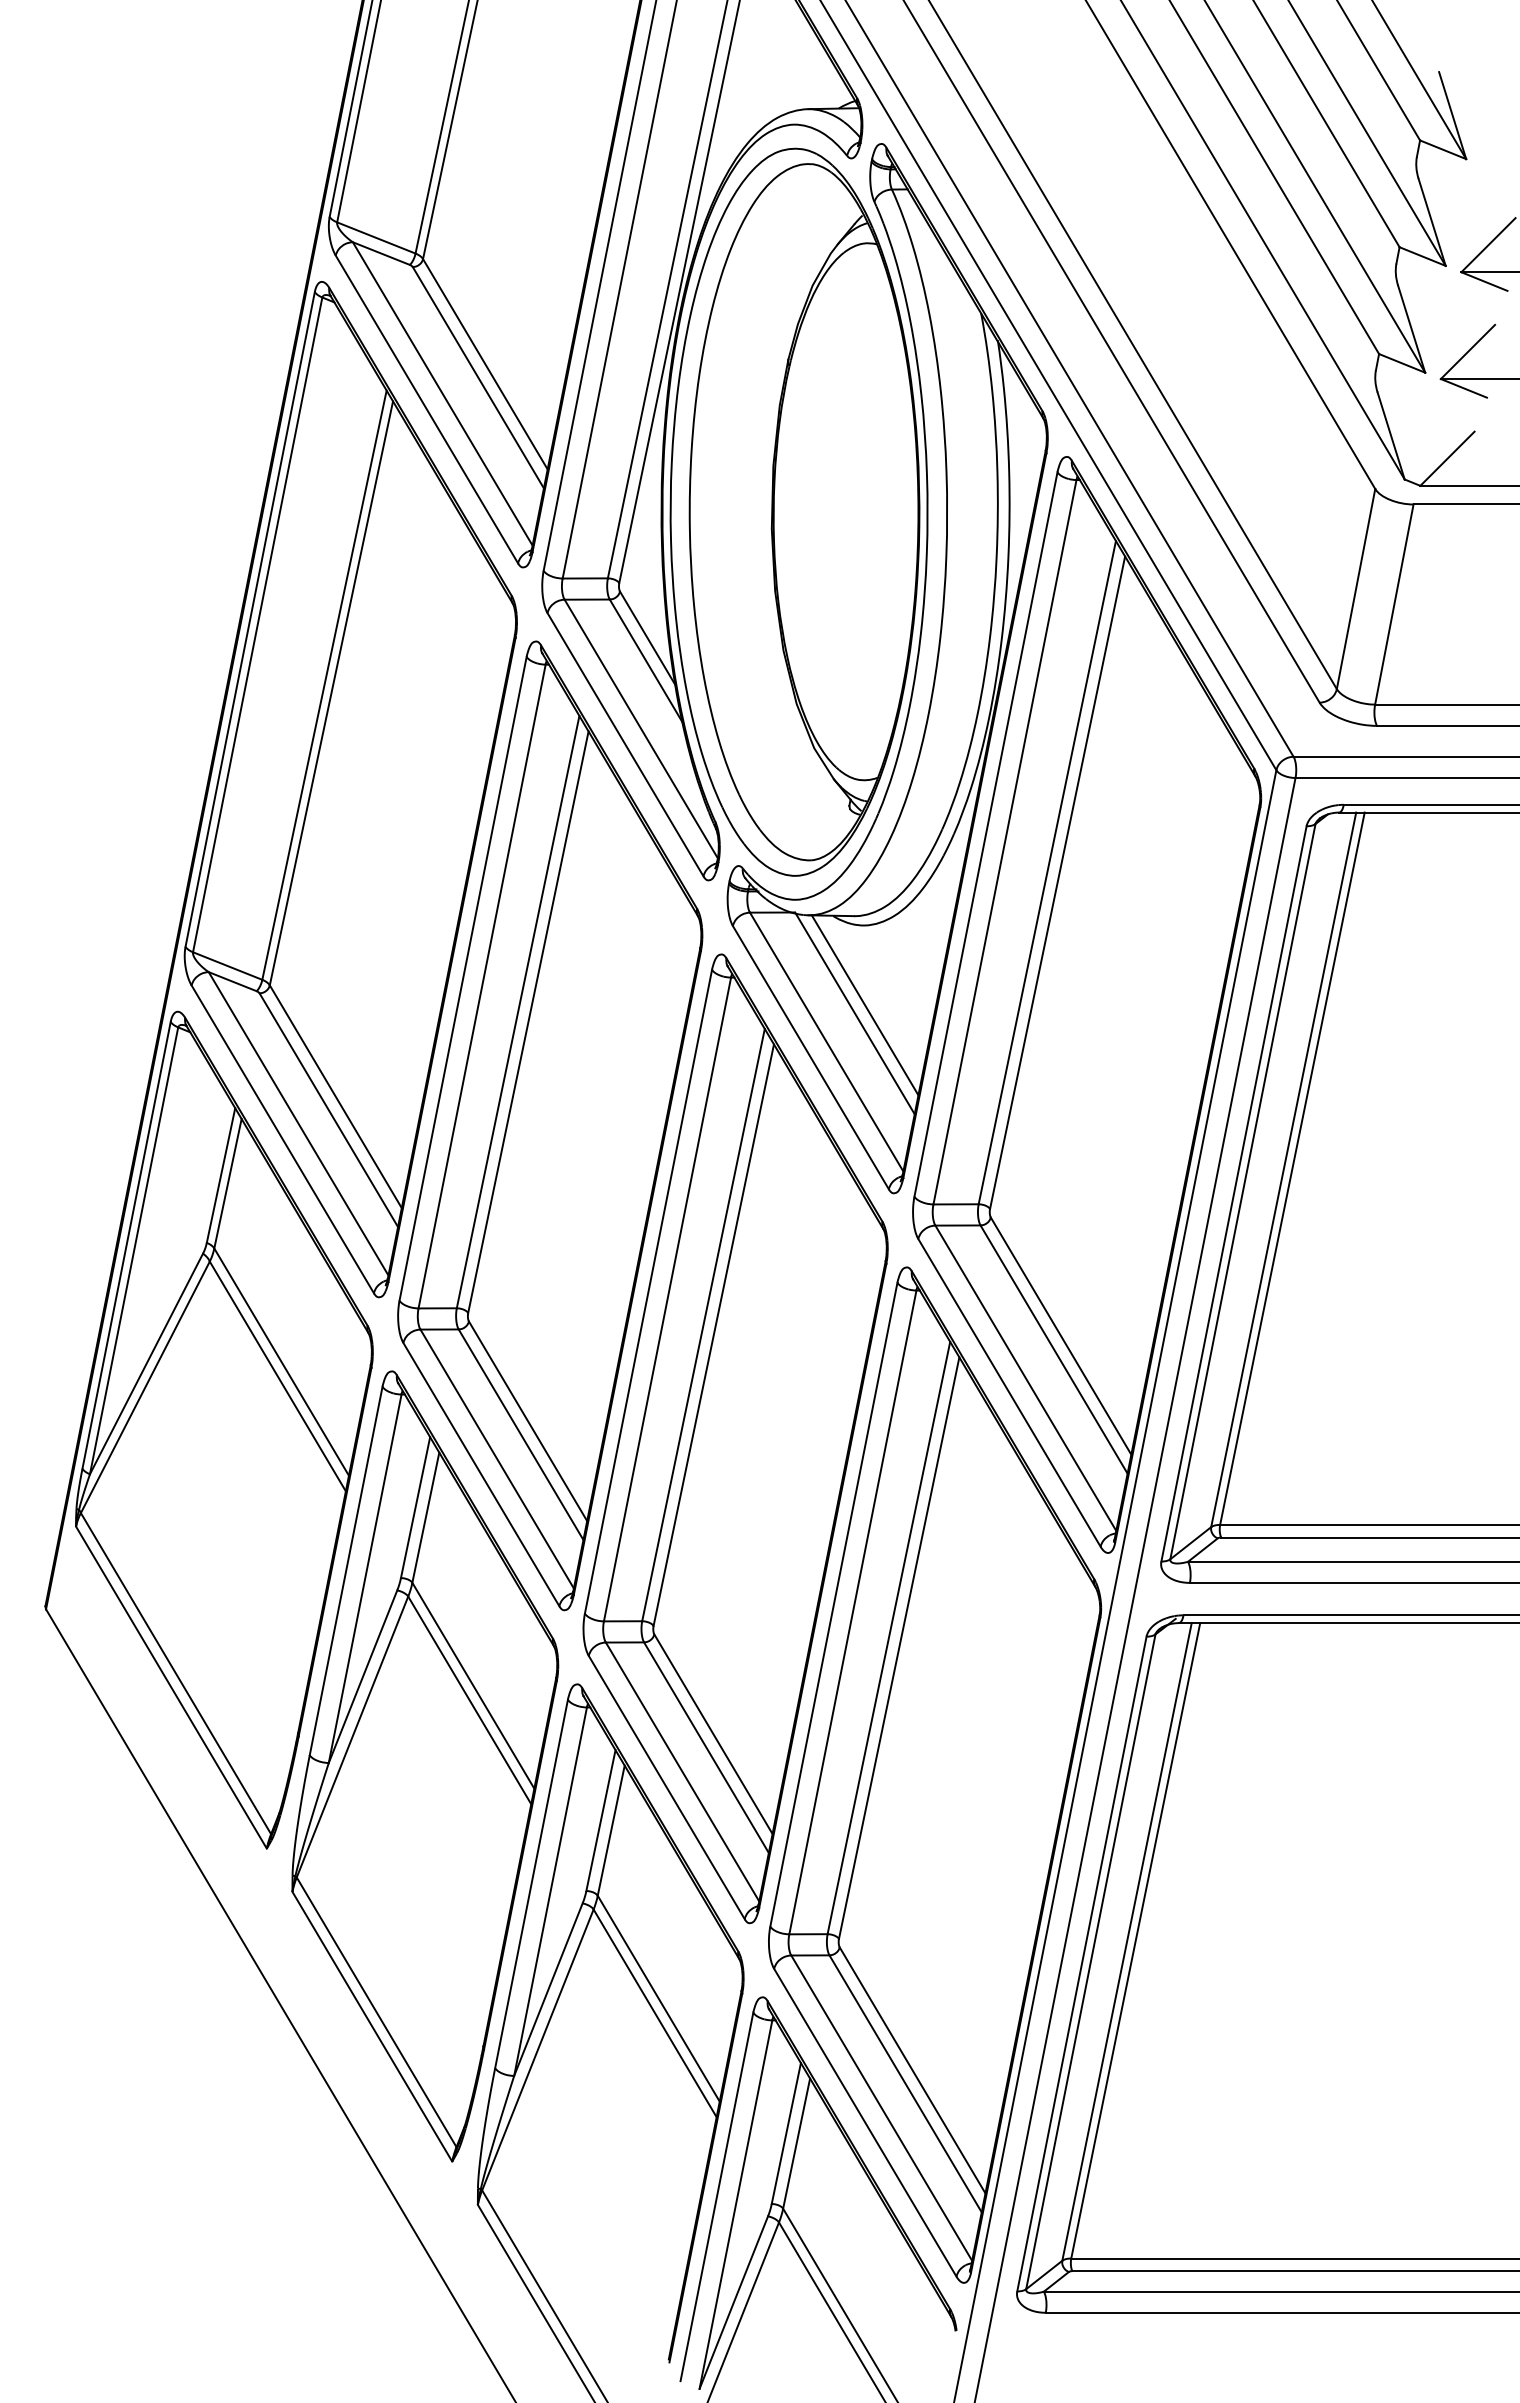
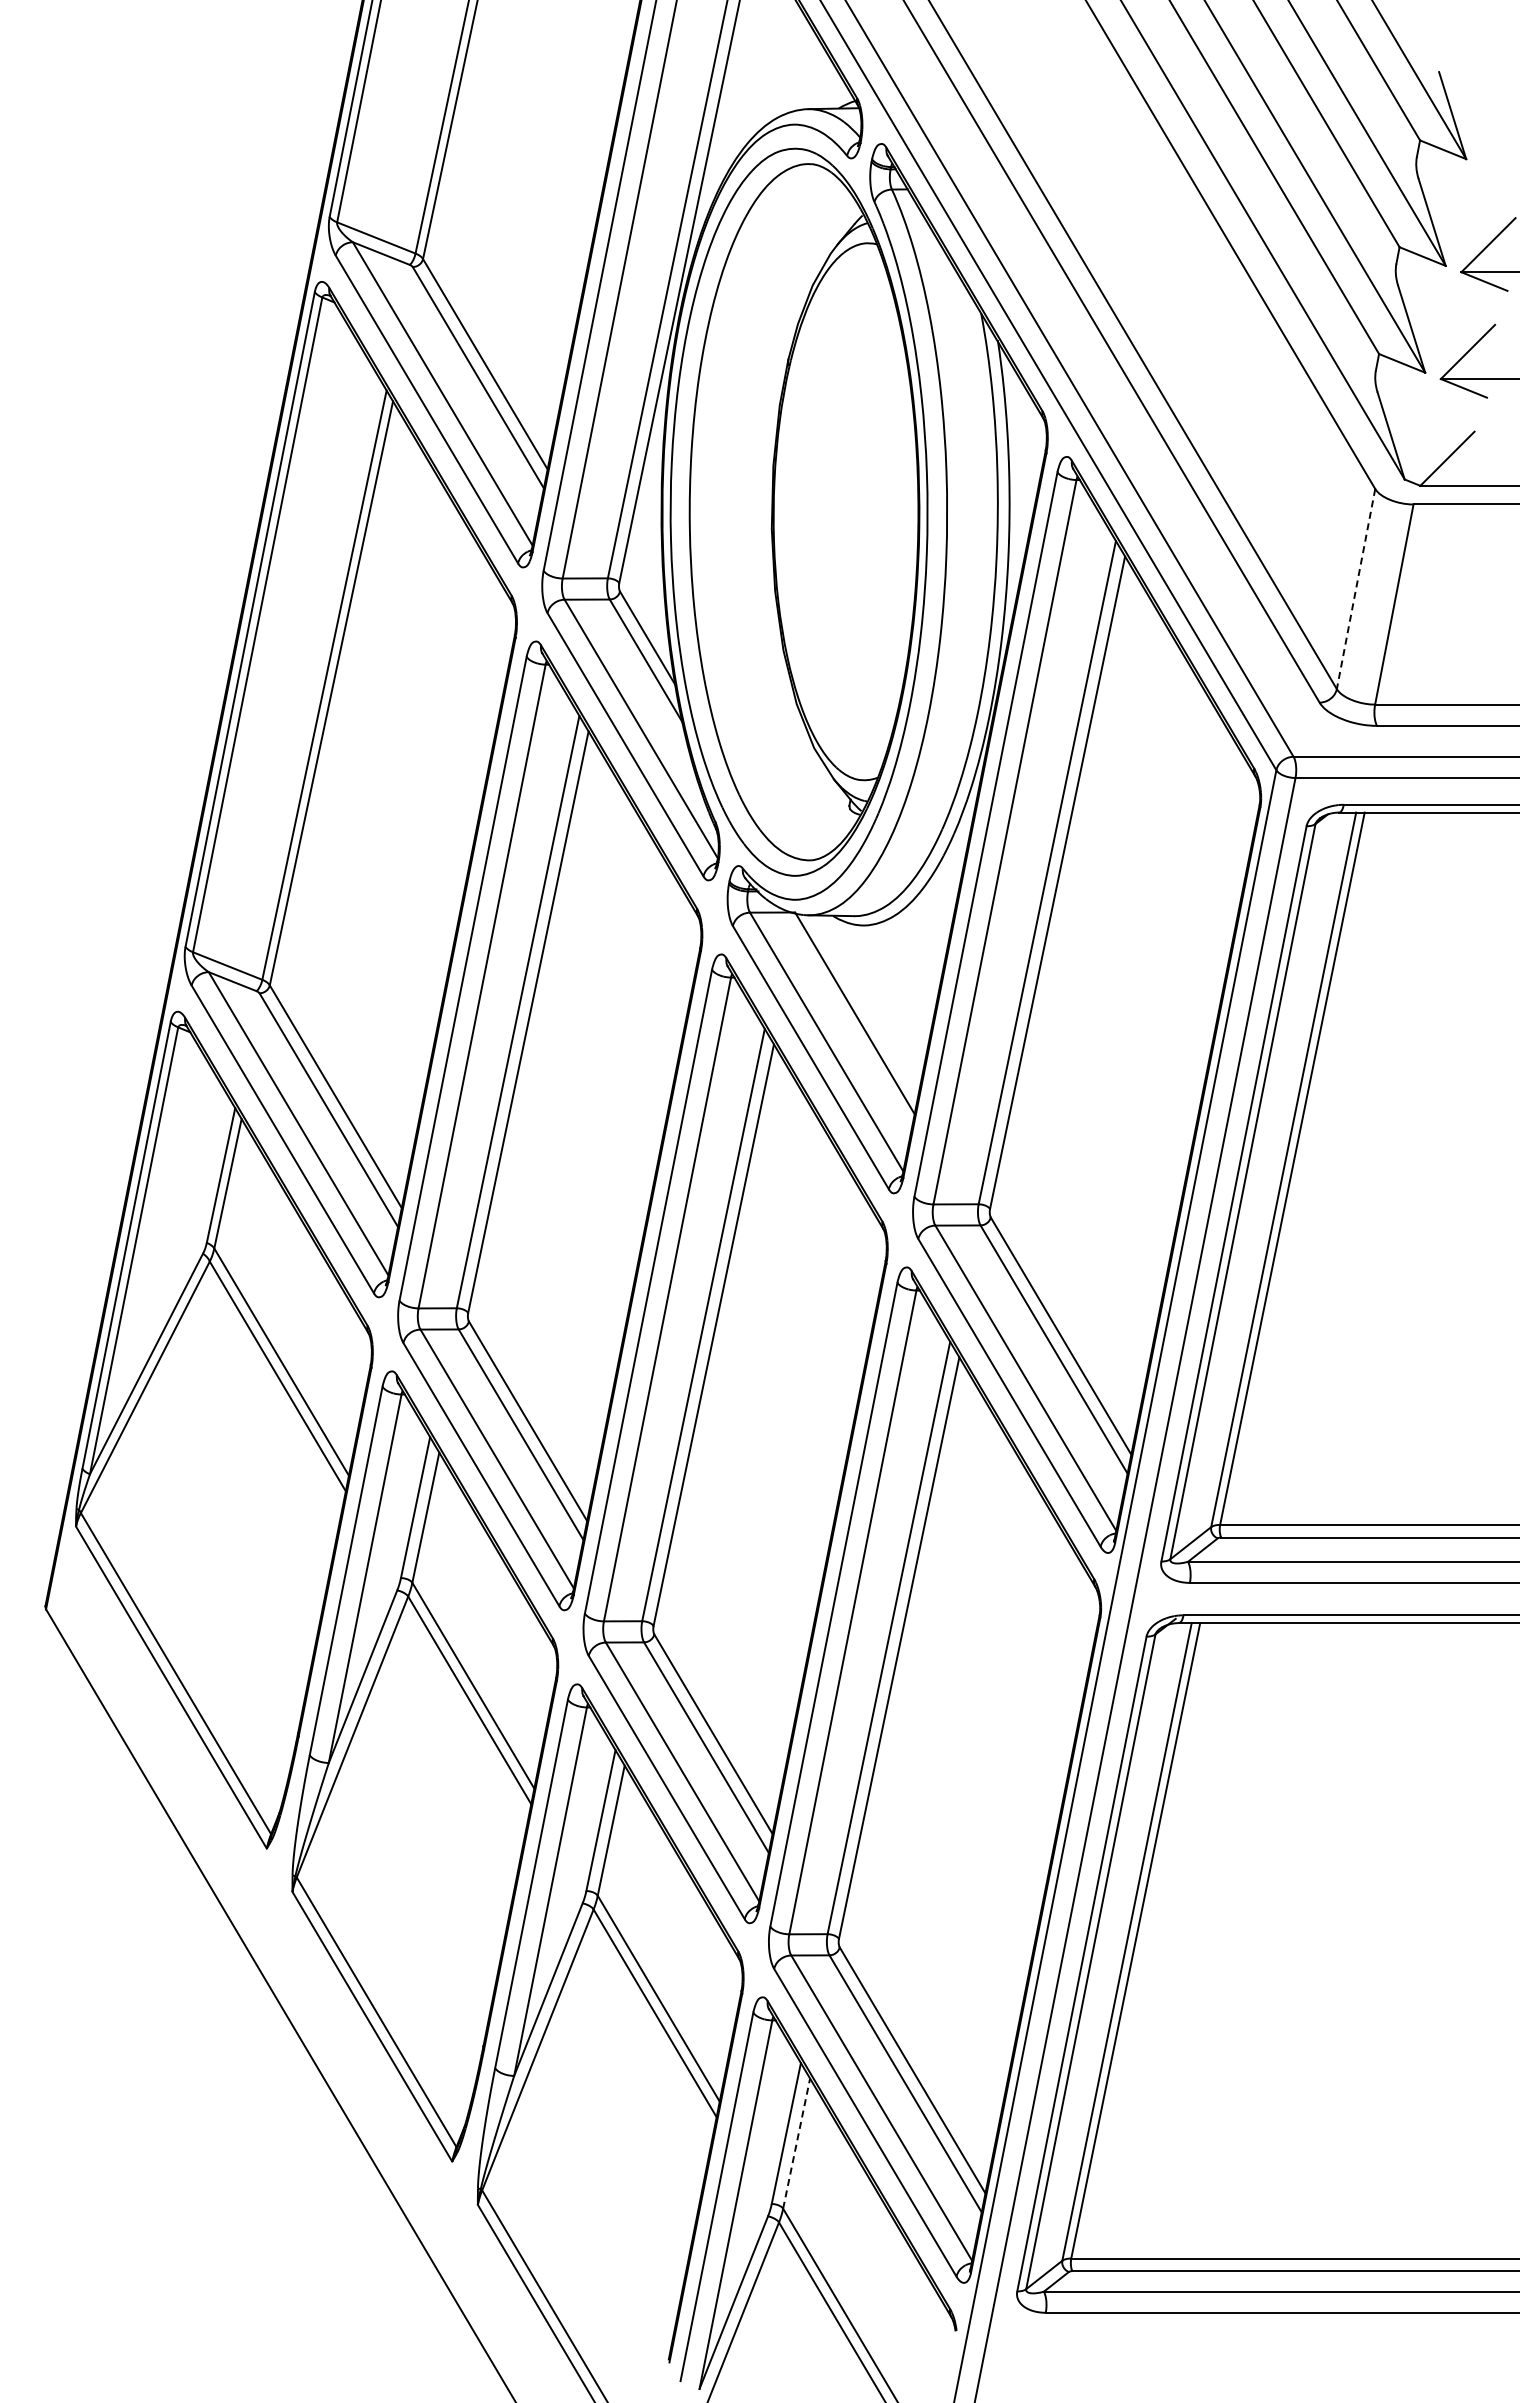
line at (1356, 589): solid -> dashed
line at (864, 1005): present -> none
line at (796, 2143): solid -> dashed
